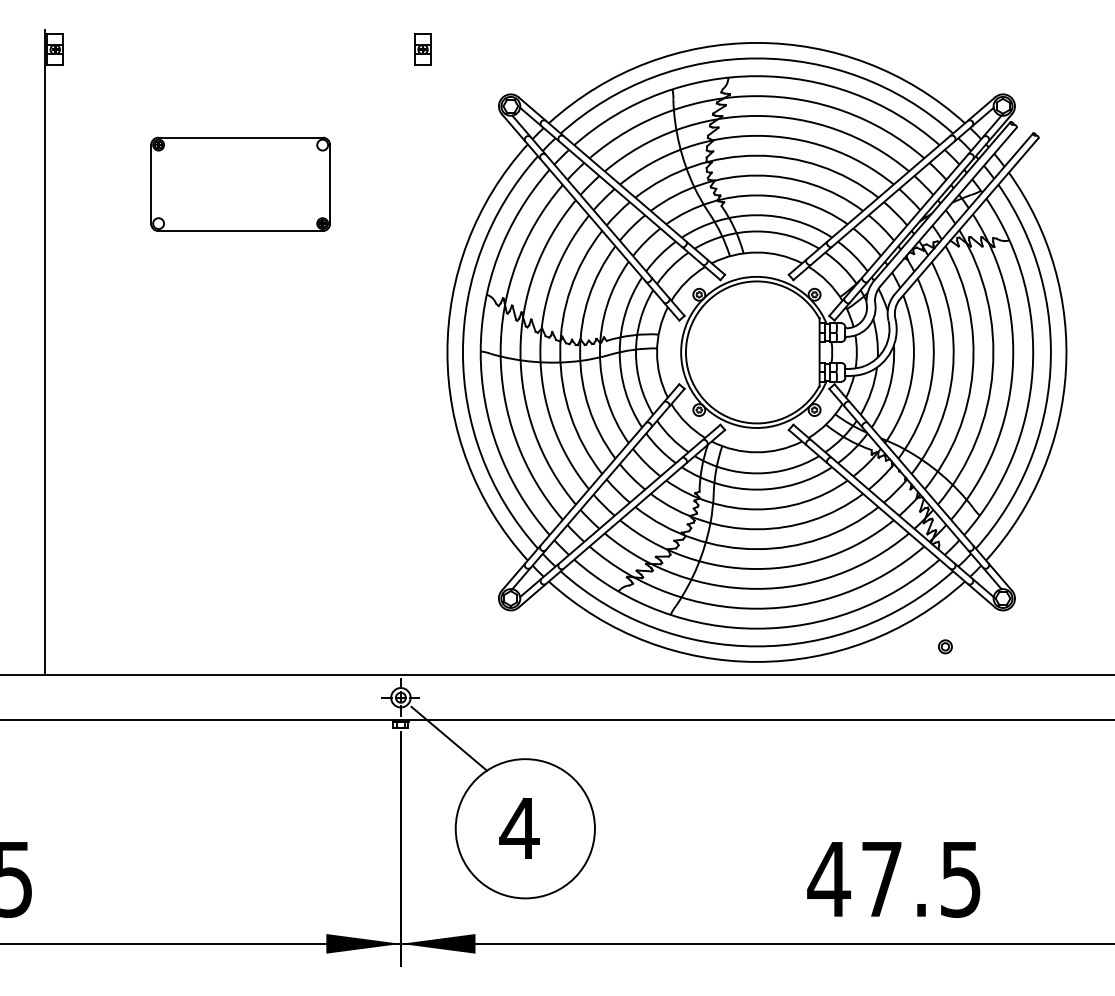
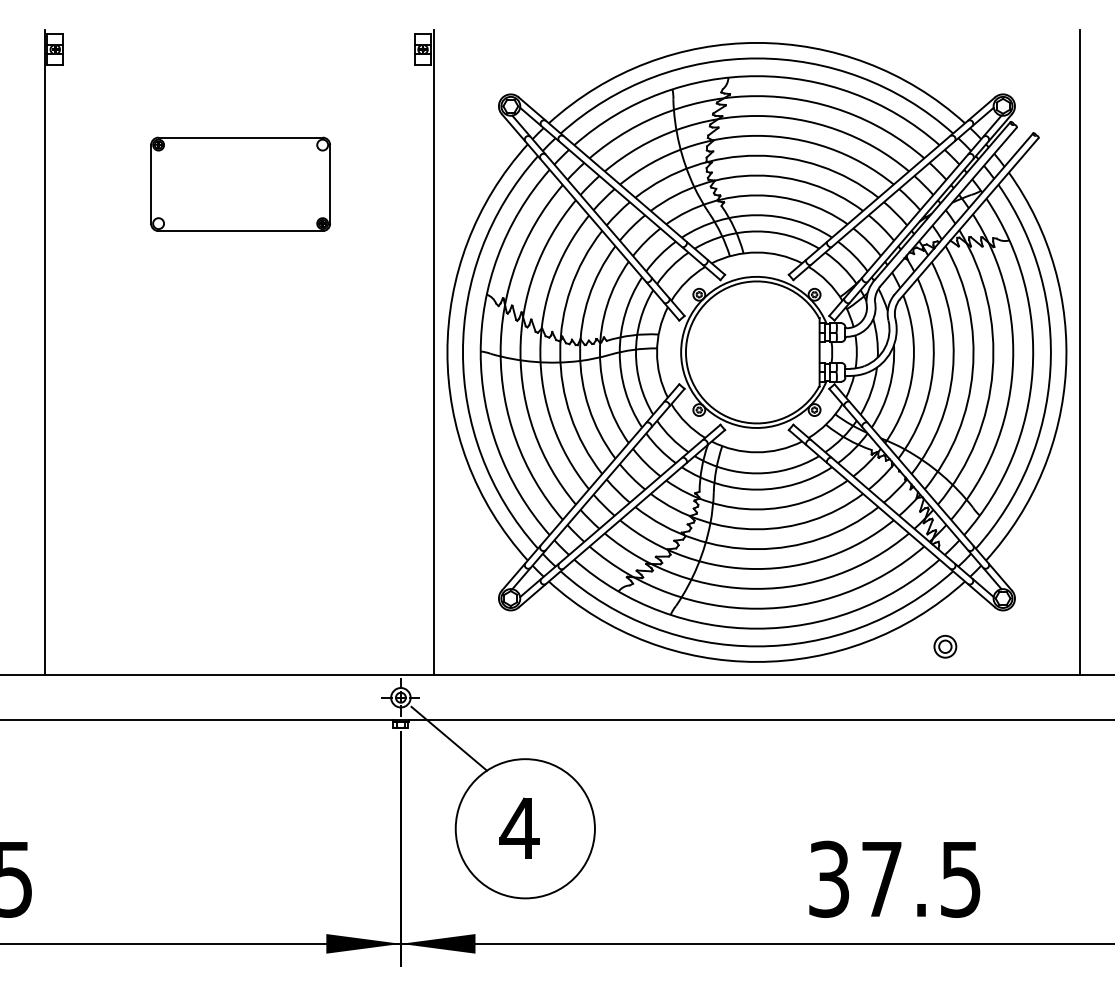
line at (434, 352): none -> present
line at (1080, 352): none -> present
part at (945, 646) size: 15x16 px -> 25x24 px
text at (829, 878): 47.5 -> 37.5
